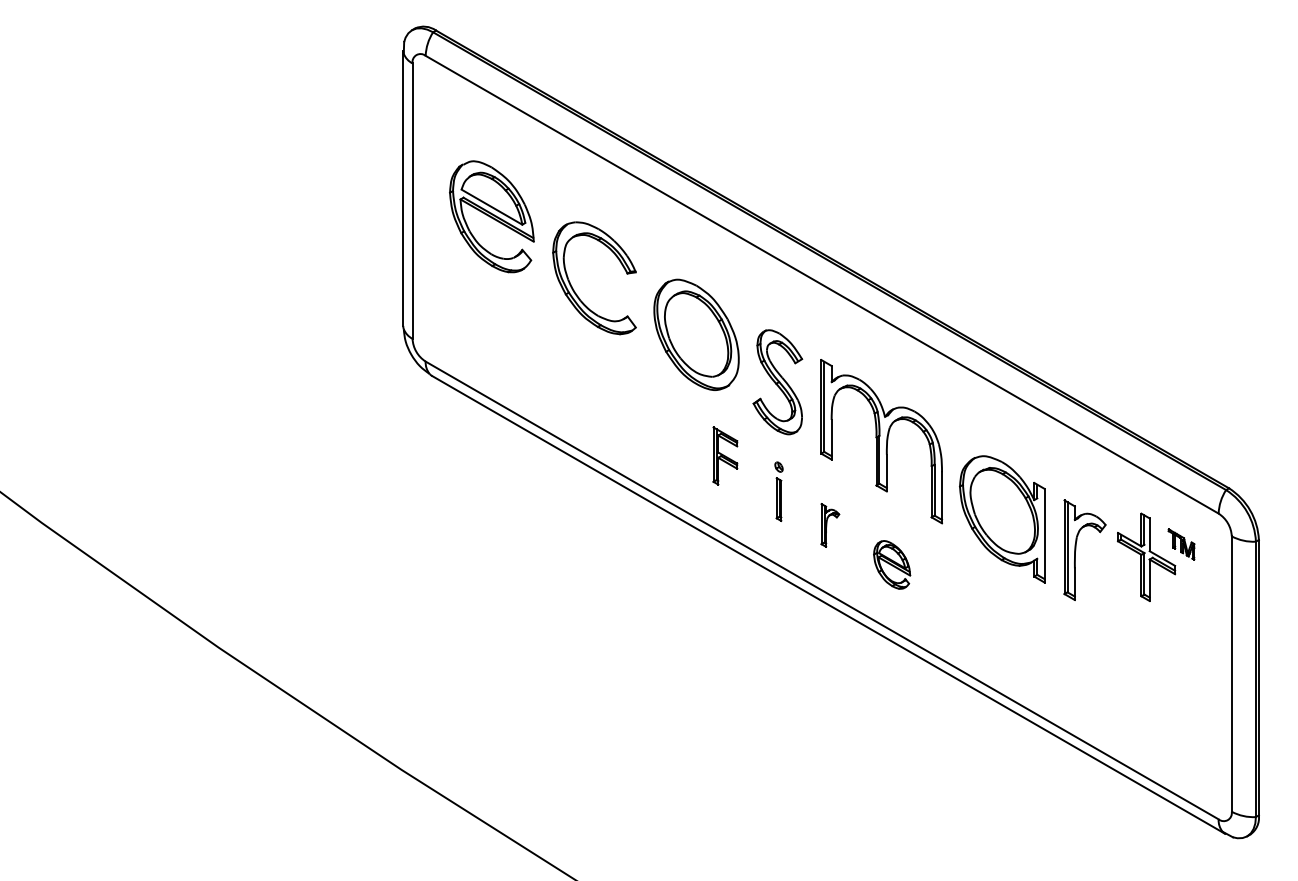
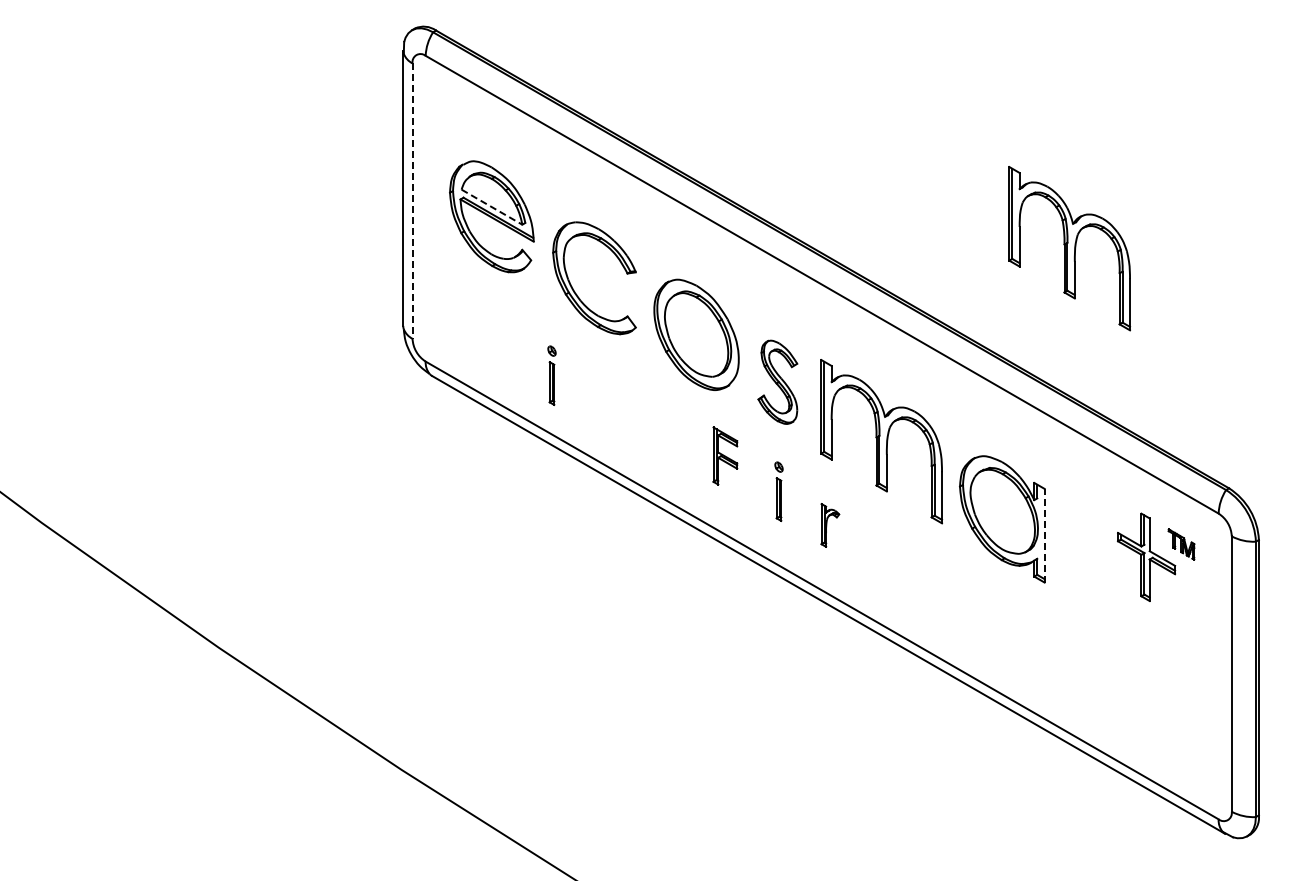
line at (412, 201): solid -> dashed
line at (492, 207): solid -> dashed
part at (1069, 248): none -> present
part at (551, 375): none -> present
part at (777, 382) size: 52x107 px -> 42x86 px
line at (1044, 535): solid -> dashed
part at (1076, 549): present -> none
part at (892, 564): present -> none
